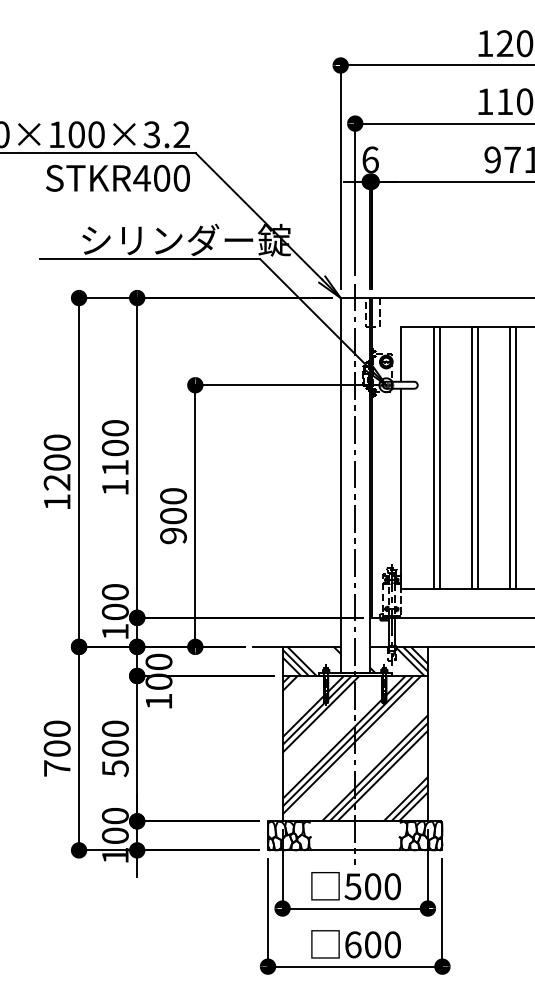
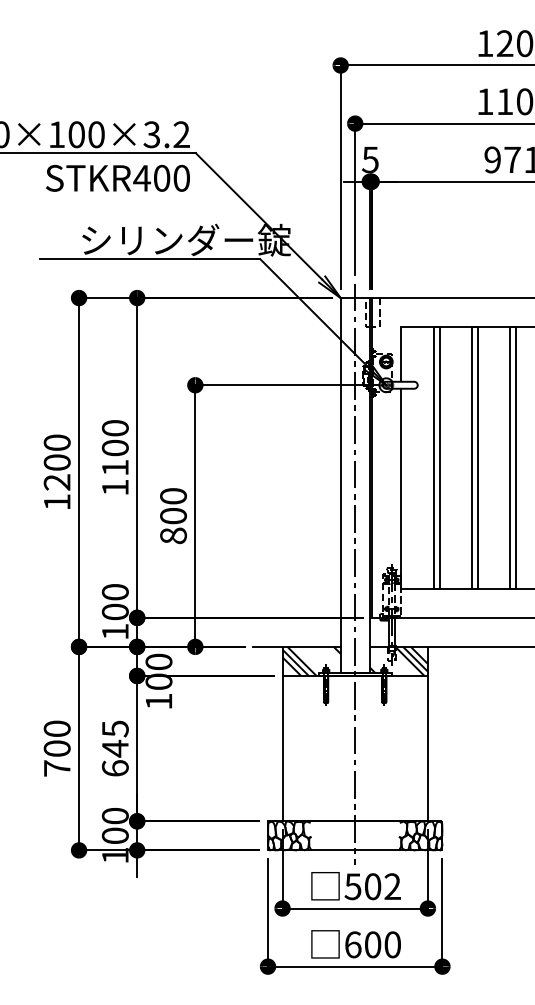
text at (370, 159): 6 -> 5
text at (173, 535): 900 -> 800
text at (114, 748): 500 -> 645
hatch at (354, 748): present -> none
text at (392, 886): 500 -> 502
